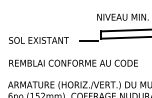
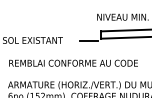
text at (38, 40) position: (38, 40) -> (32, 40)
